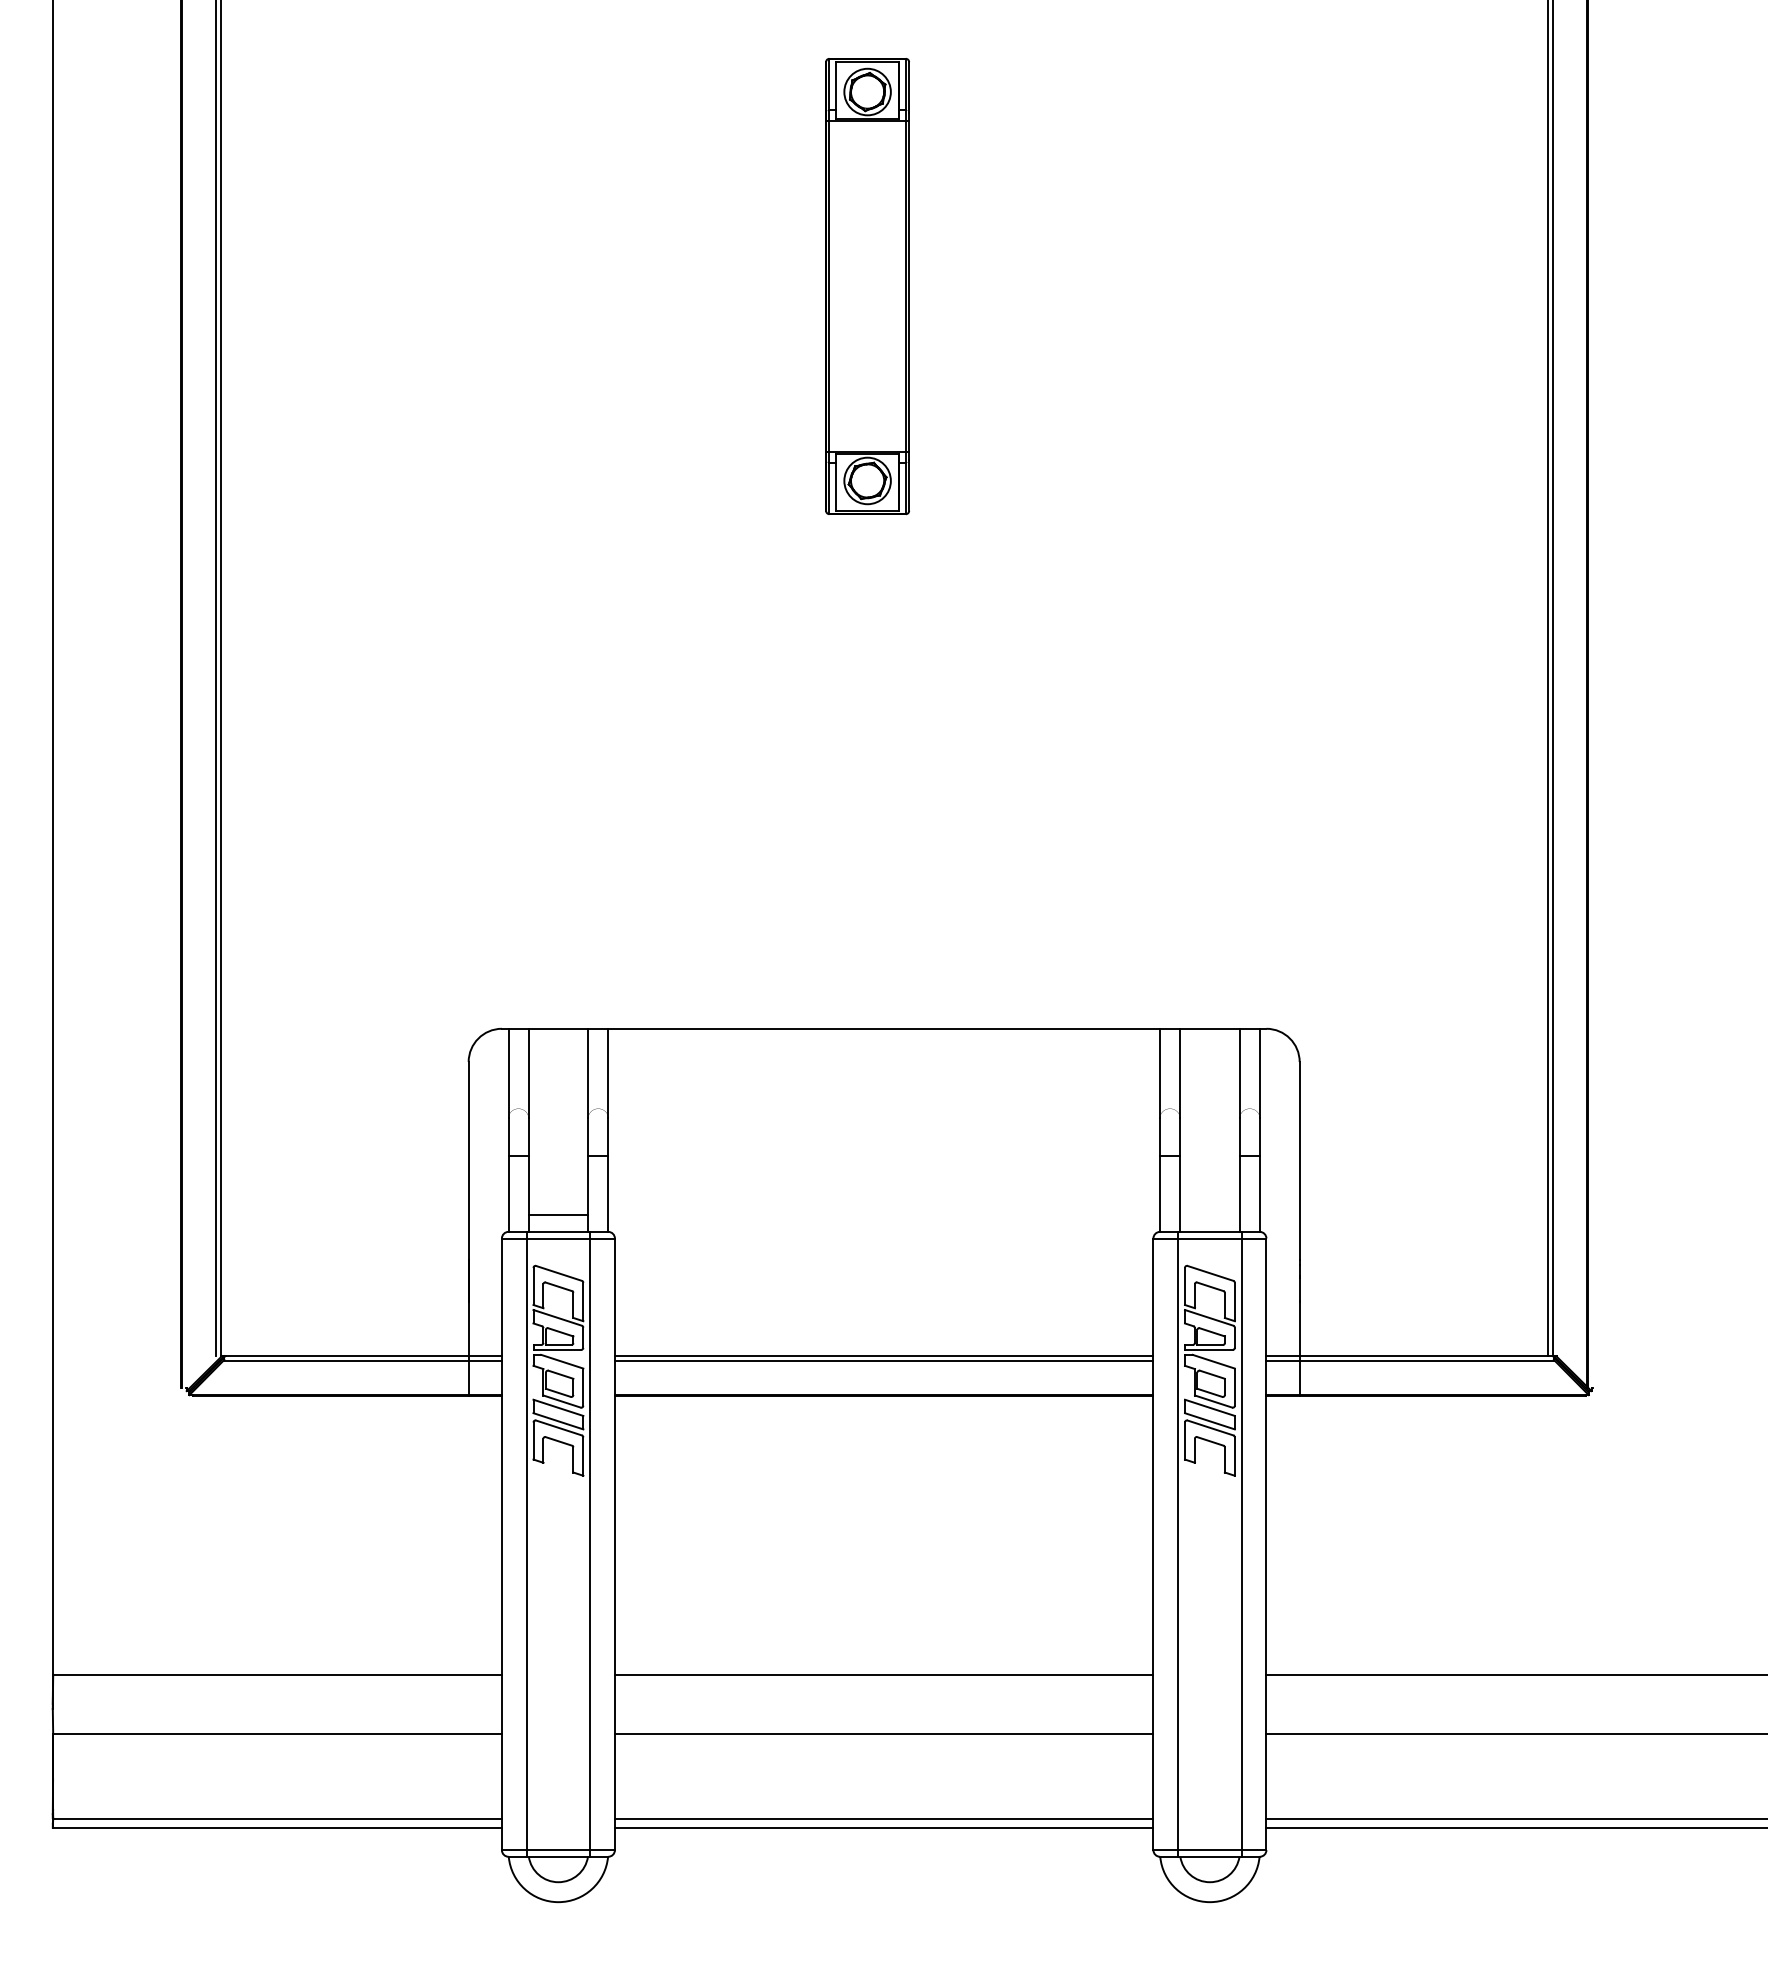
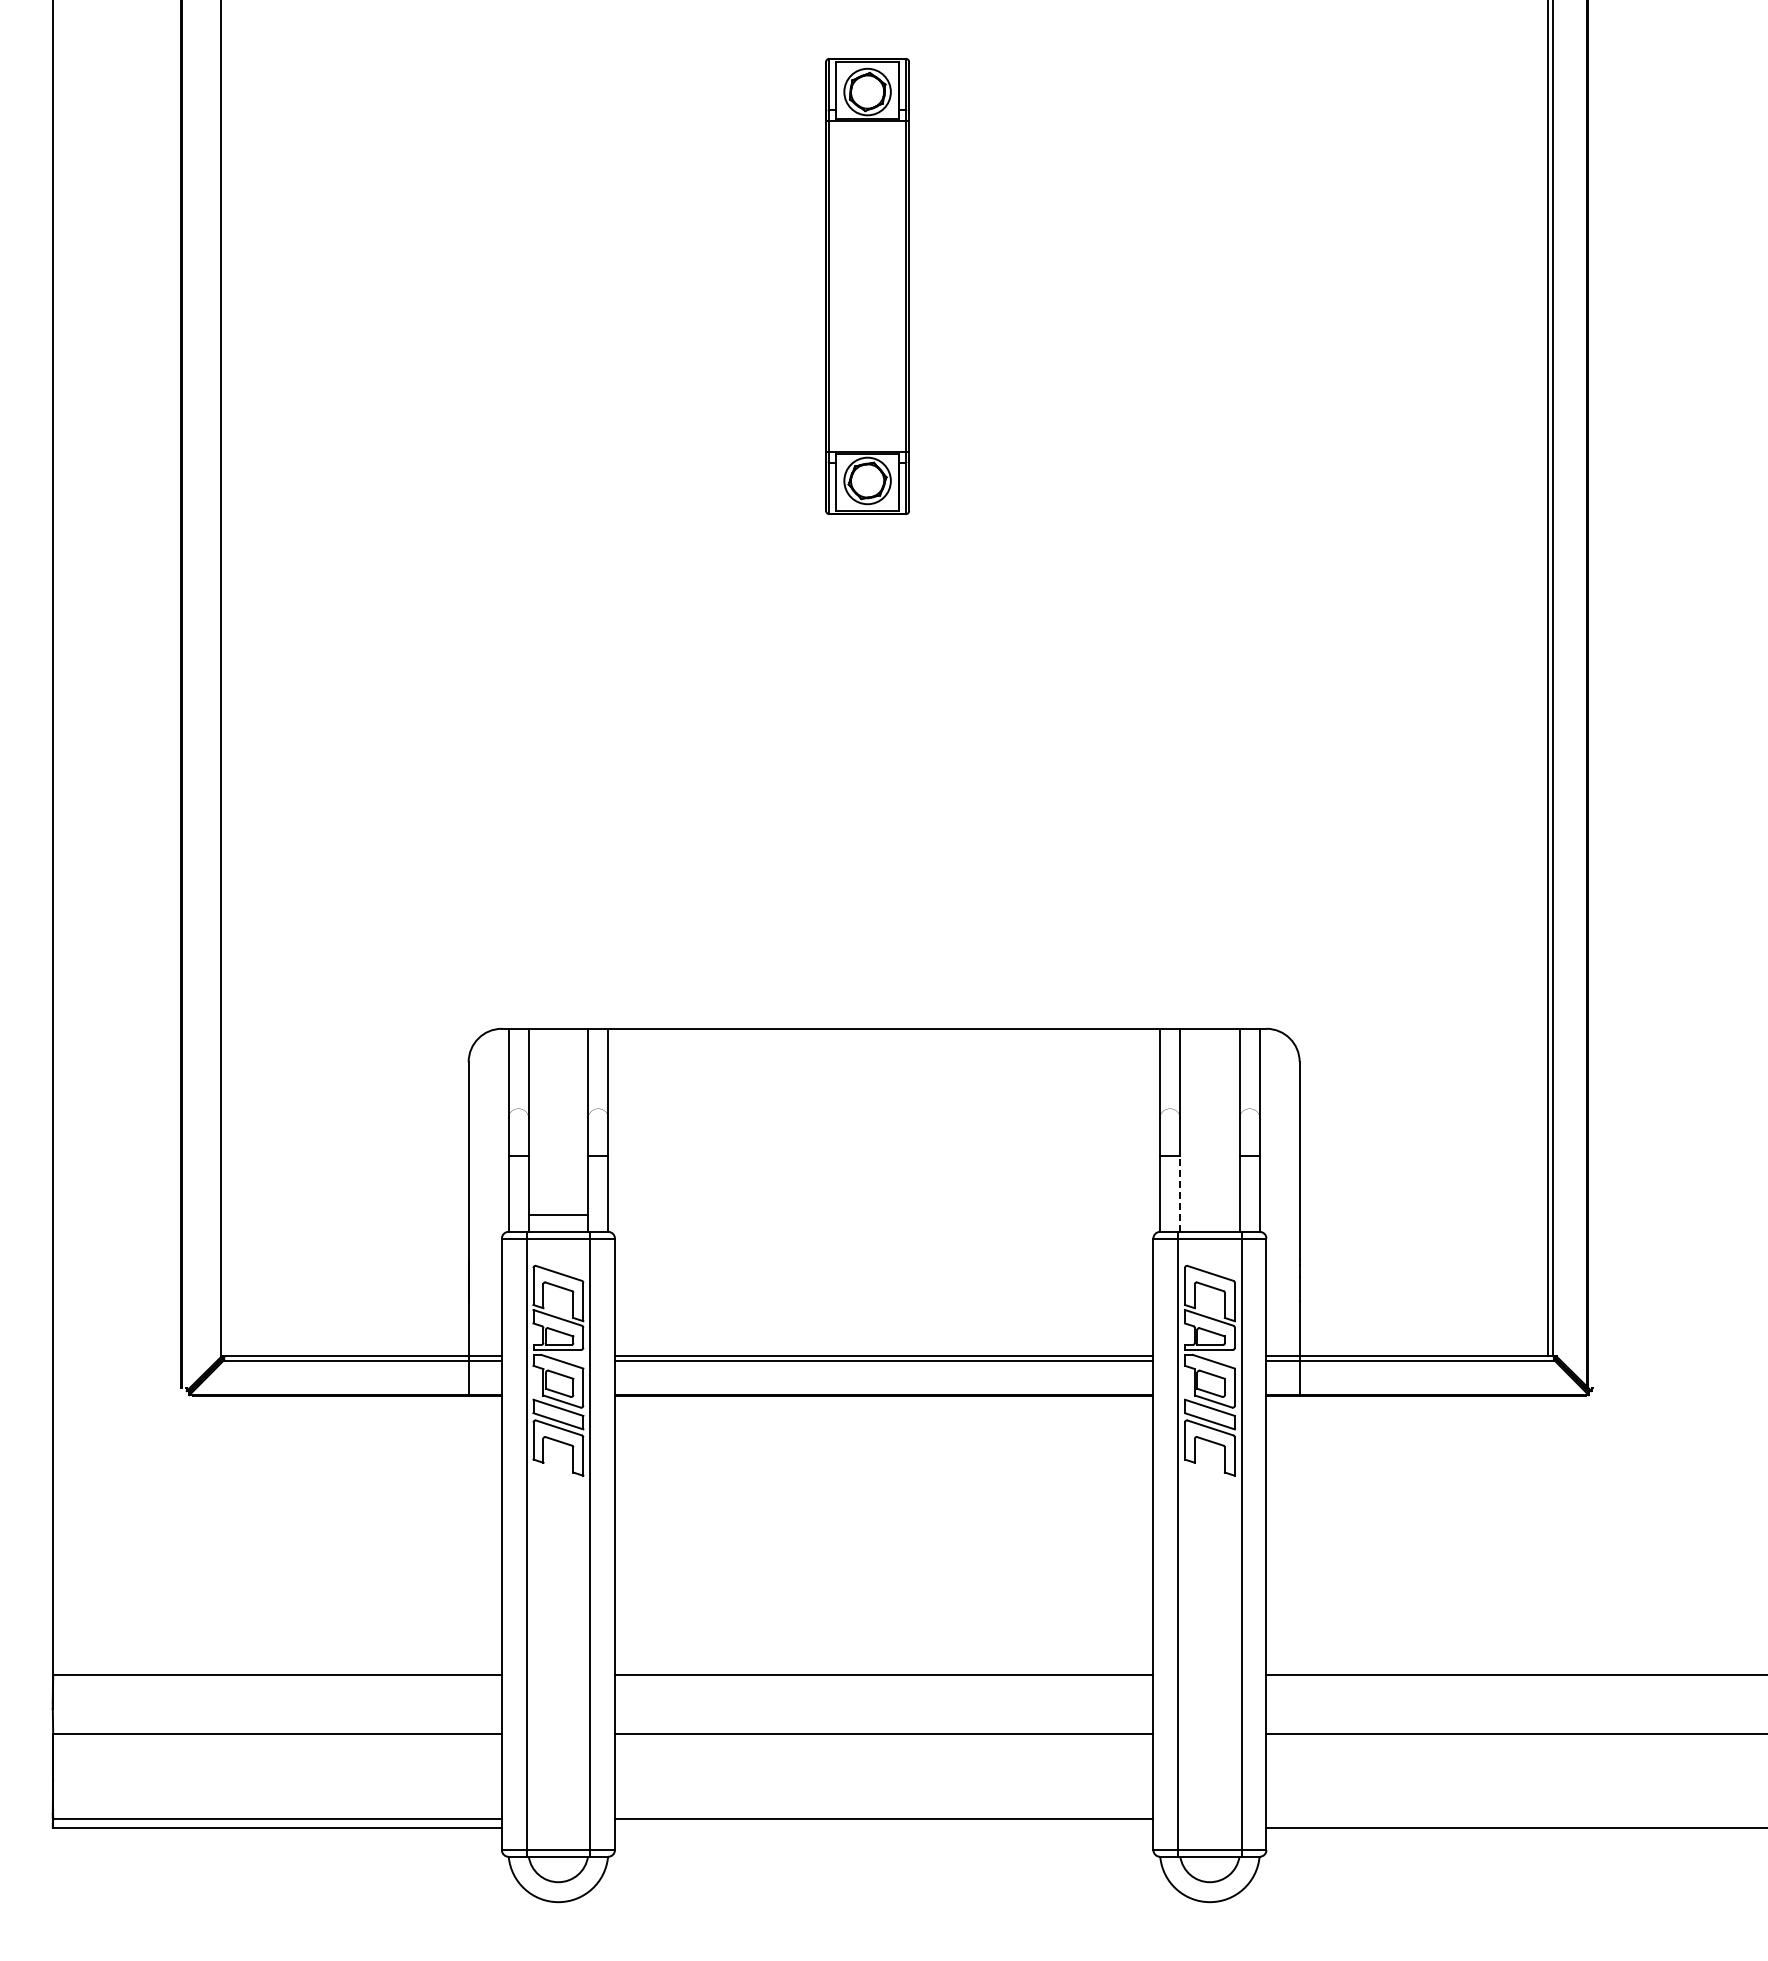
line at (216, 679): present -> none
line at (1180, 1193): solid -> dashed
line at (1515, 1818): present -> none
line at (883, 1827): present -> none
